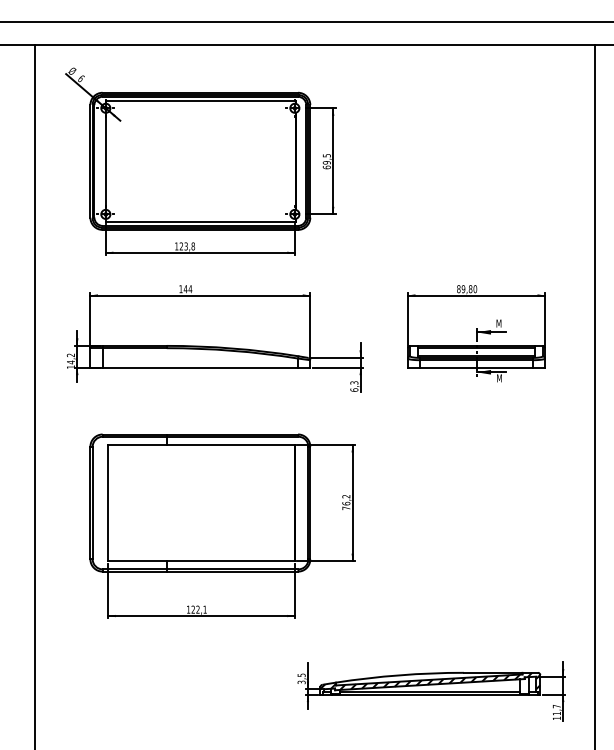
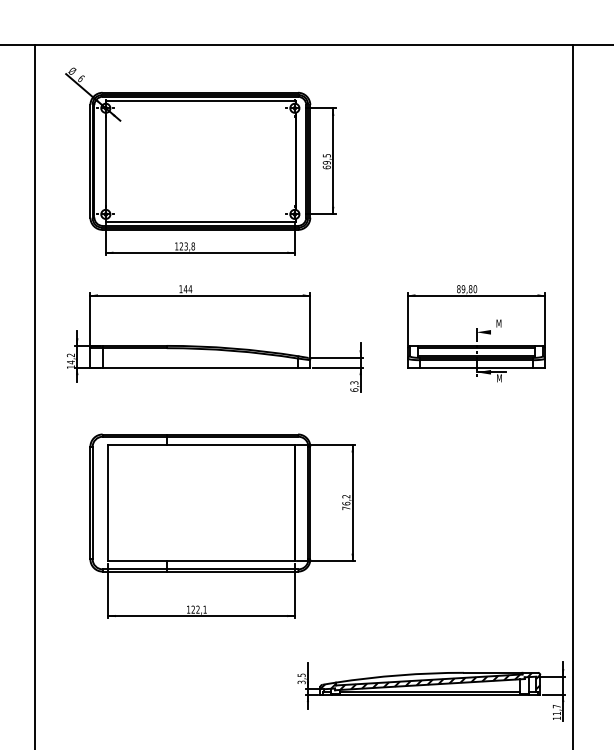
line at (306, 22): present -> none
line at (490, 332): present -> none
line at (595, 395) position: (595, 395) -> (573, 395)
